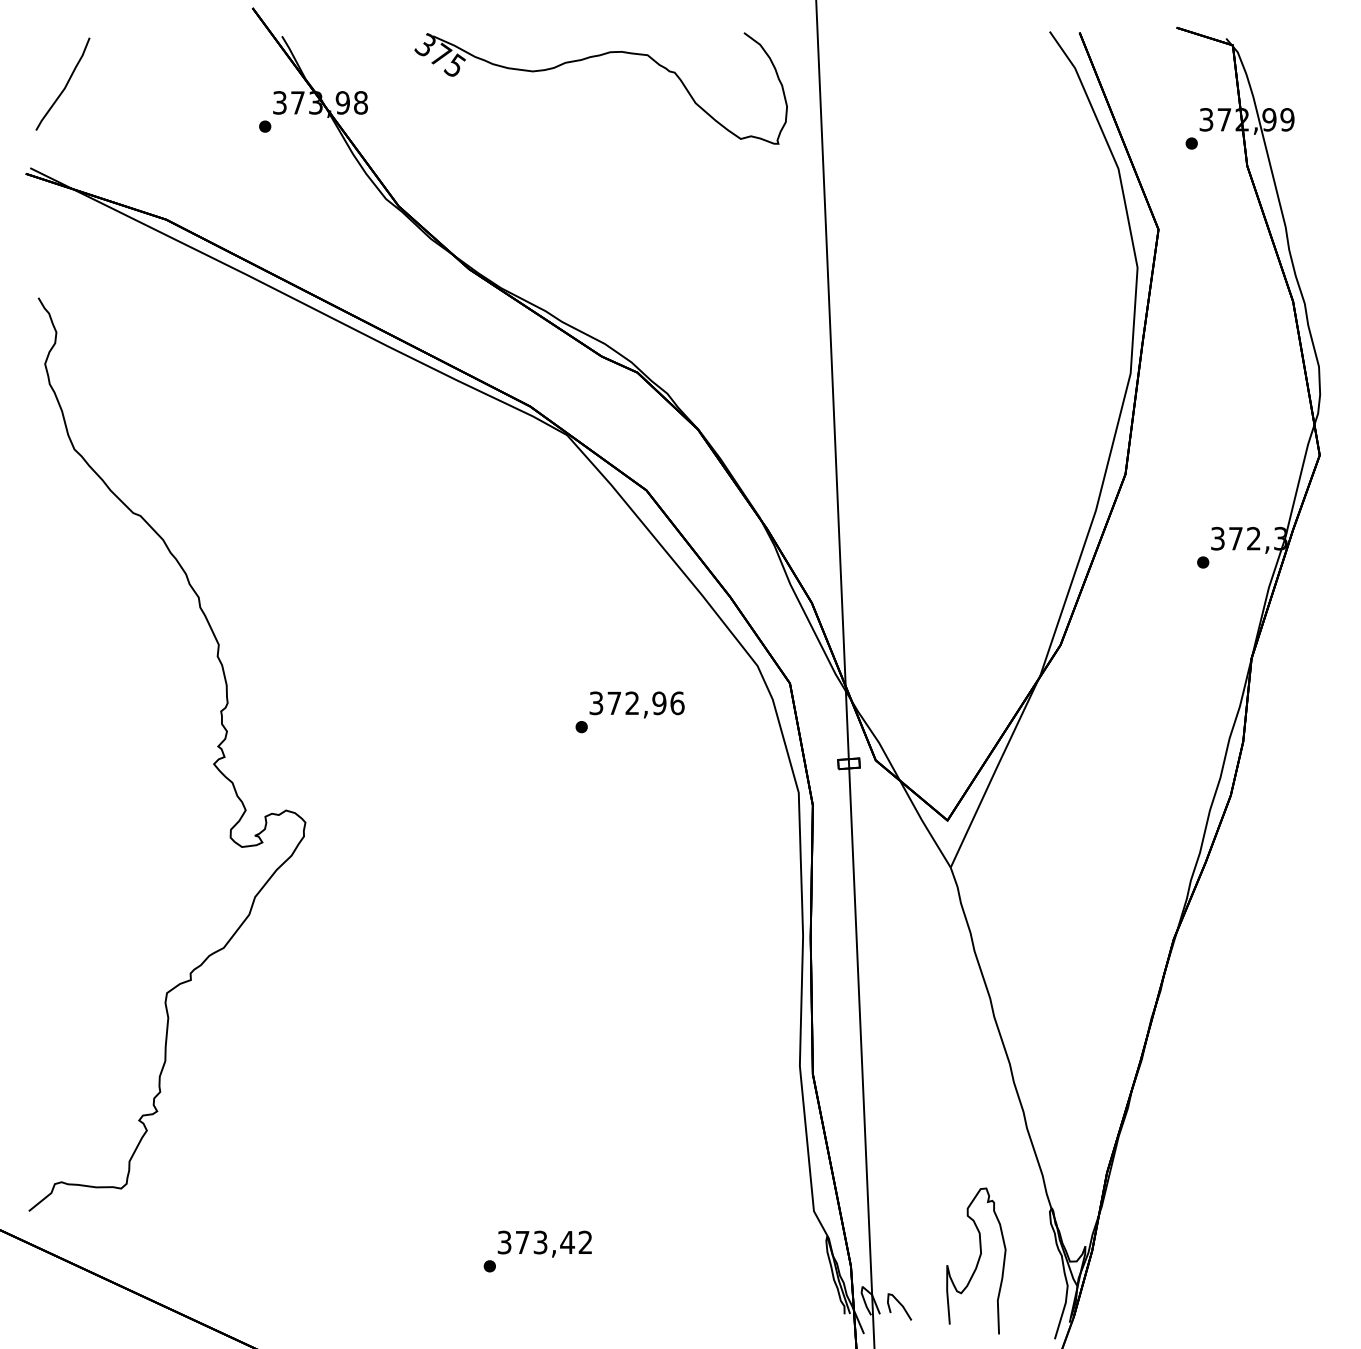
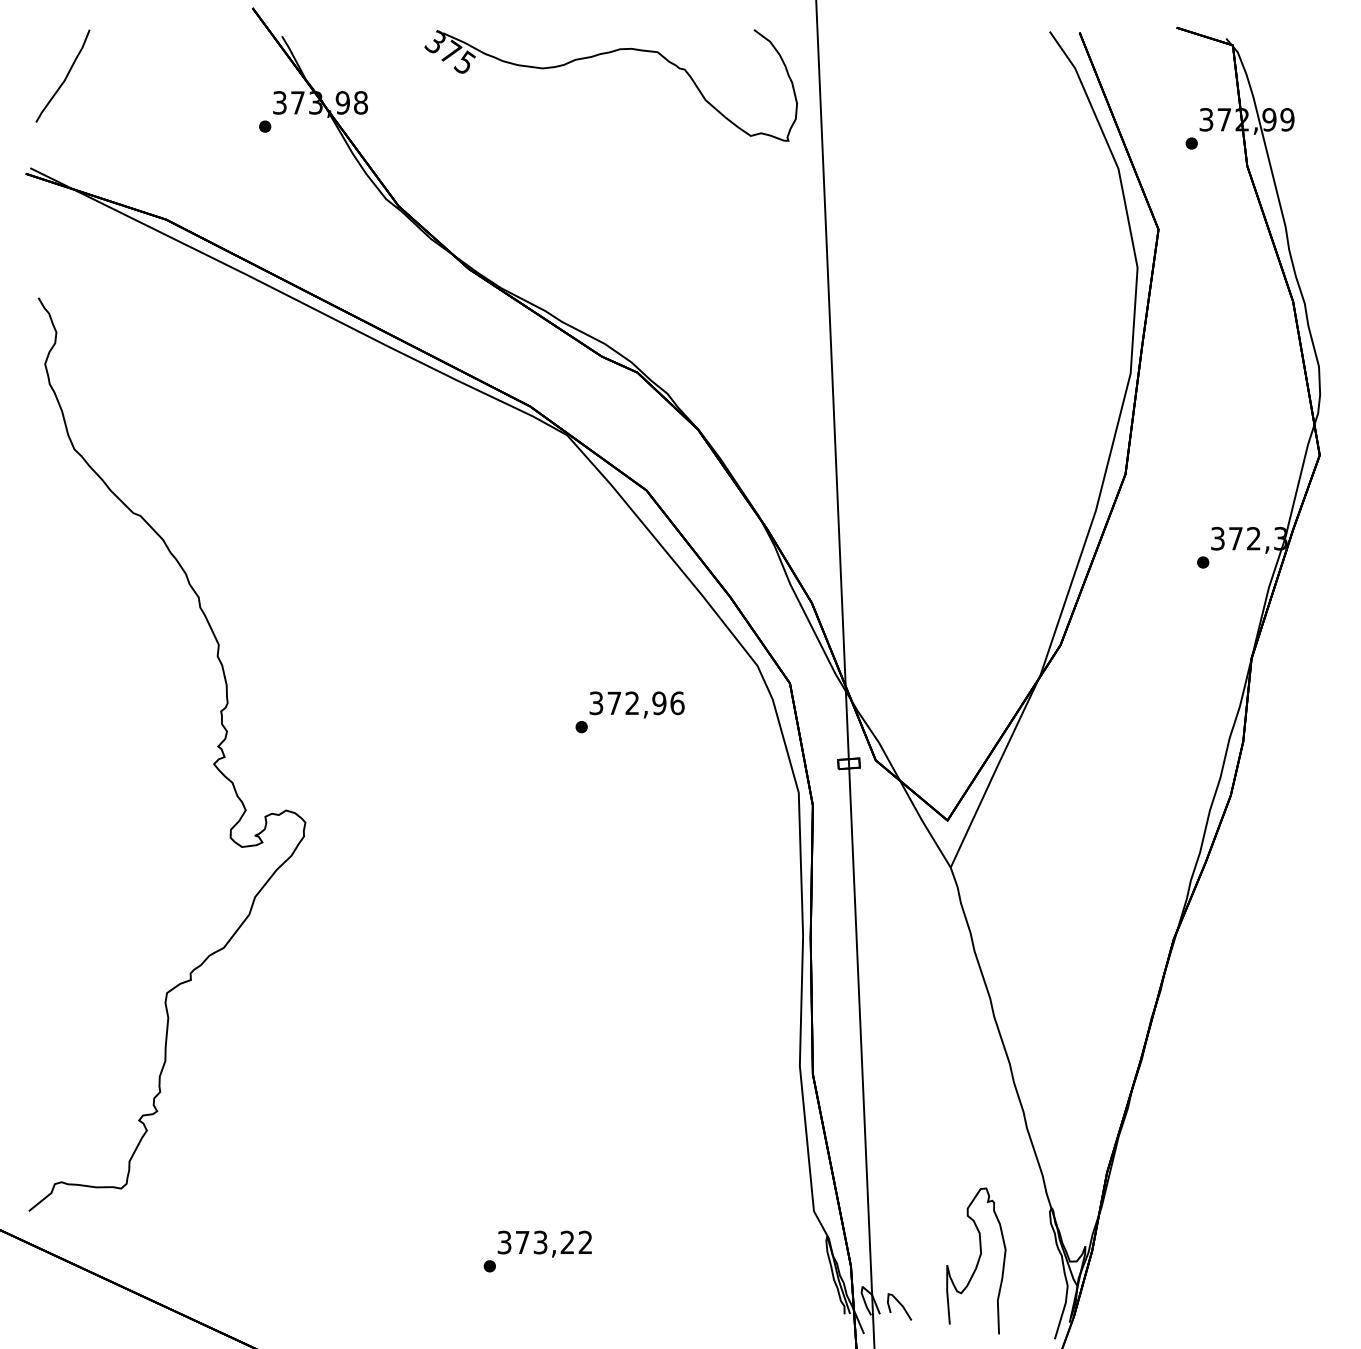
part at (595, 57) position: (595, 57) -> (605, 54)
curve at (65, 84) position: (65, 84) -> (65, 76)
text at (567, 1241): 373,42 -> 373,22
